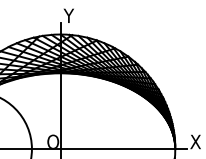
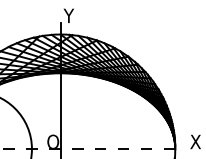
line at (94, 149): solid -> dashed
